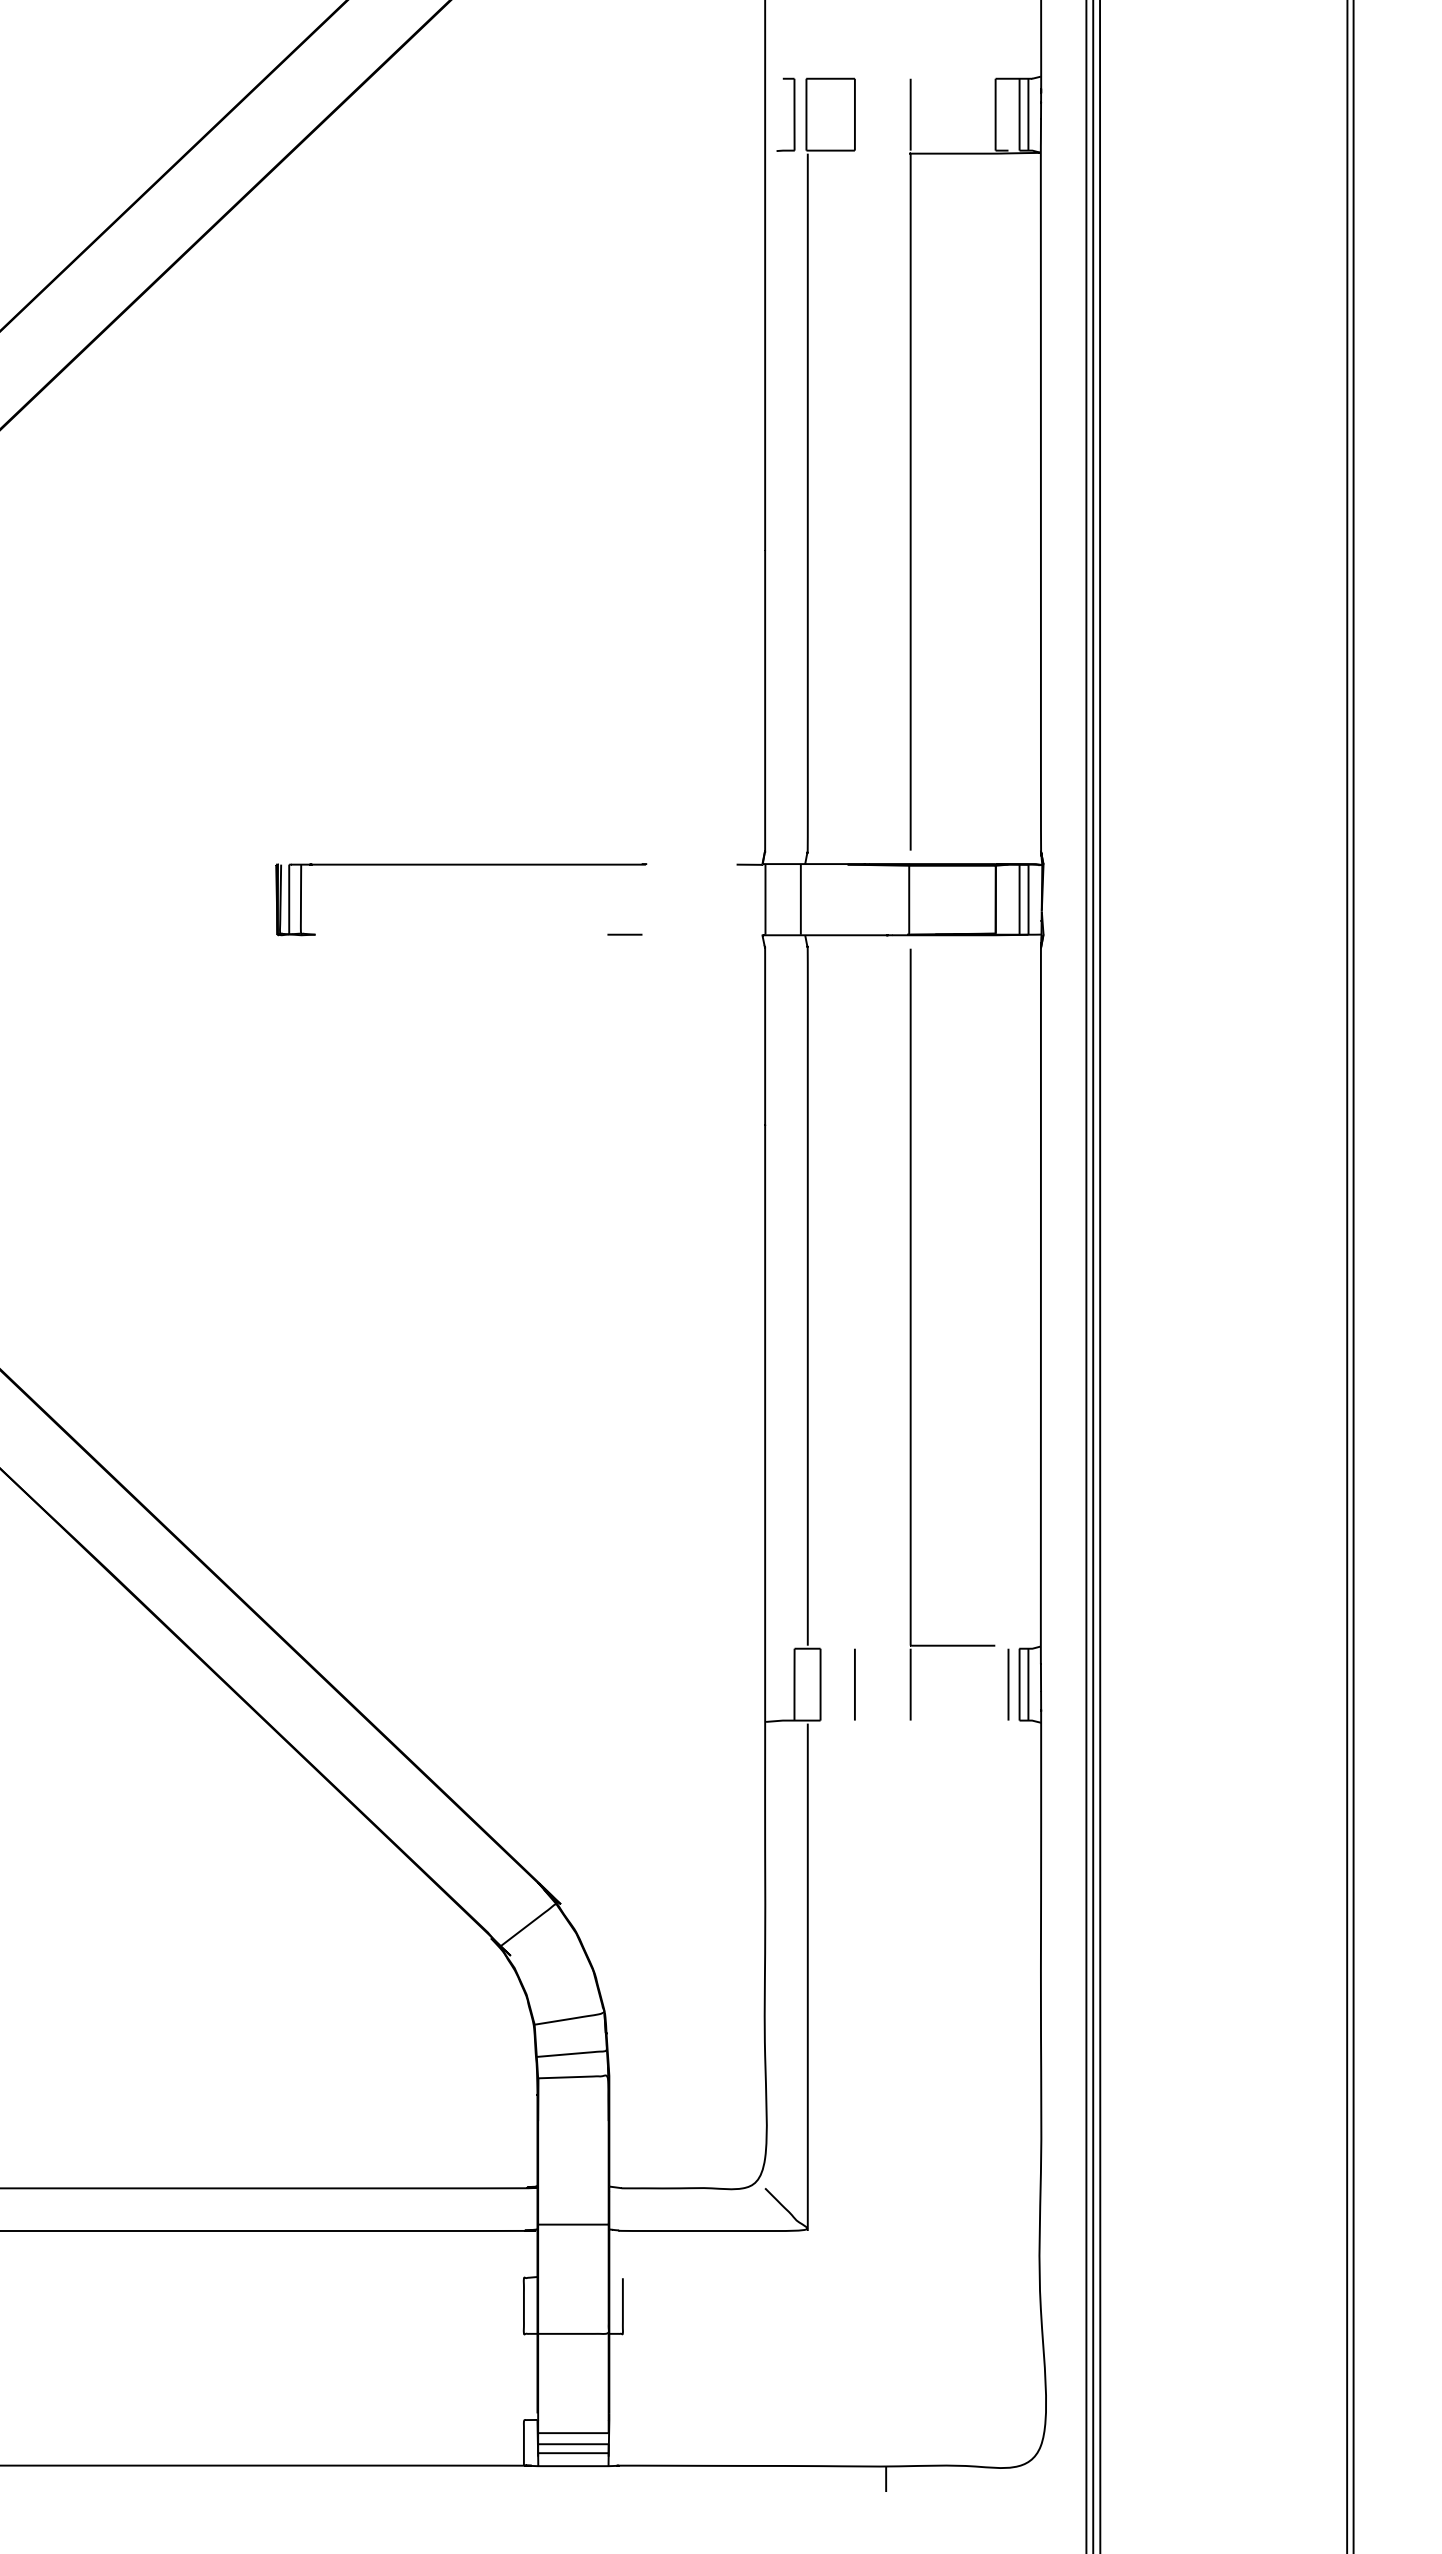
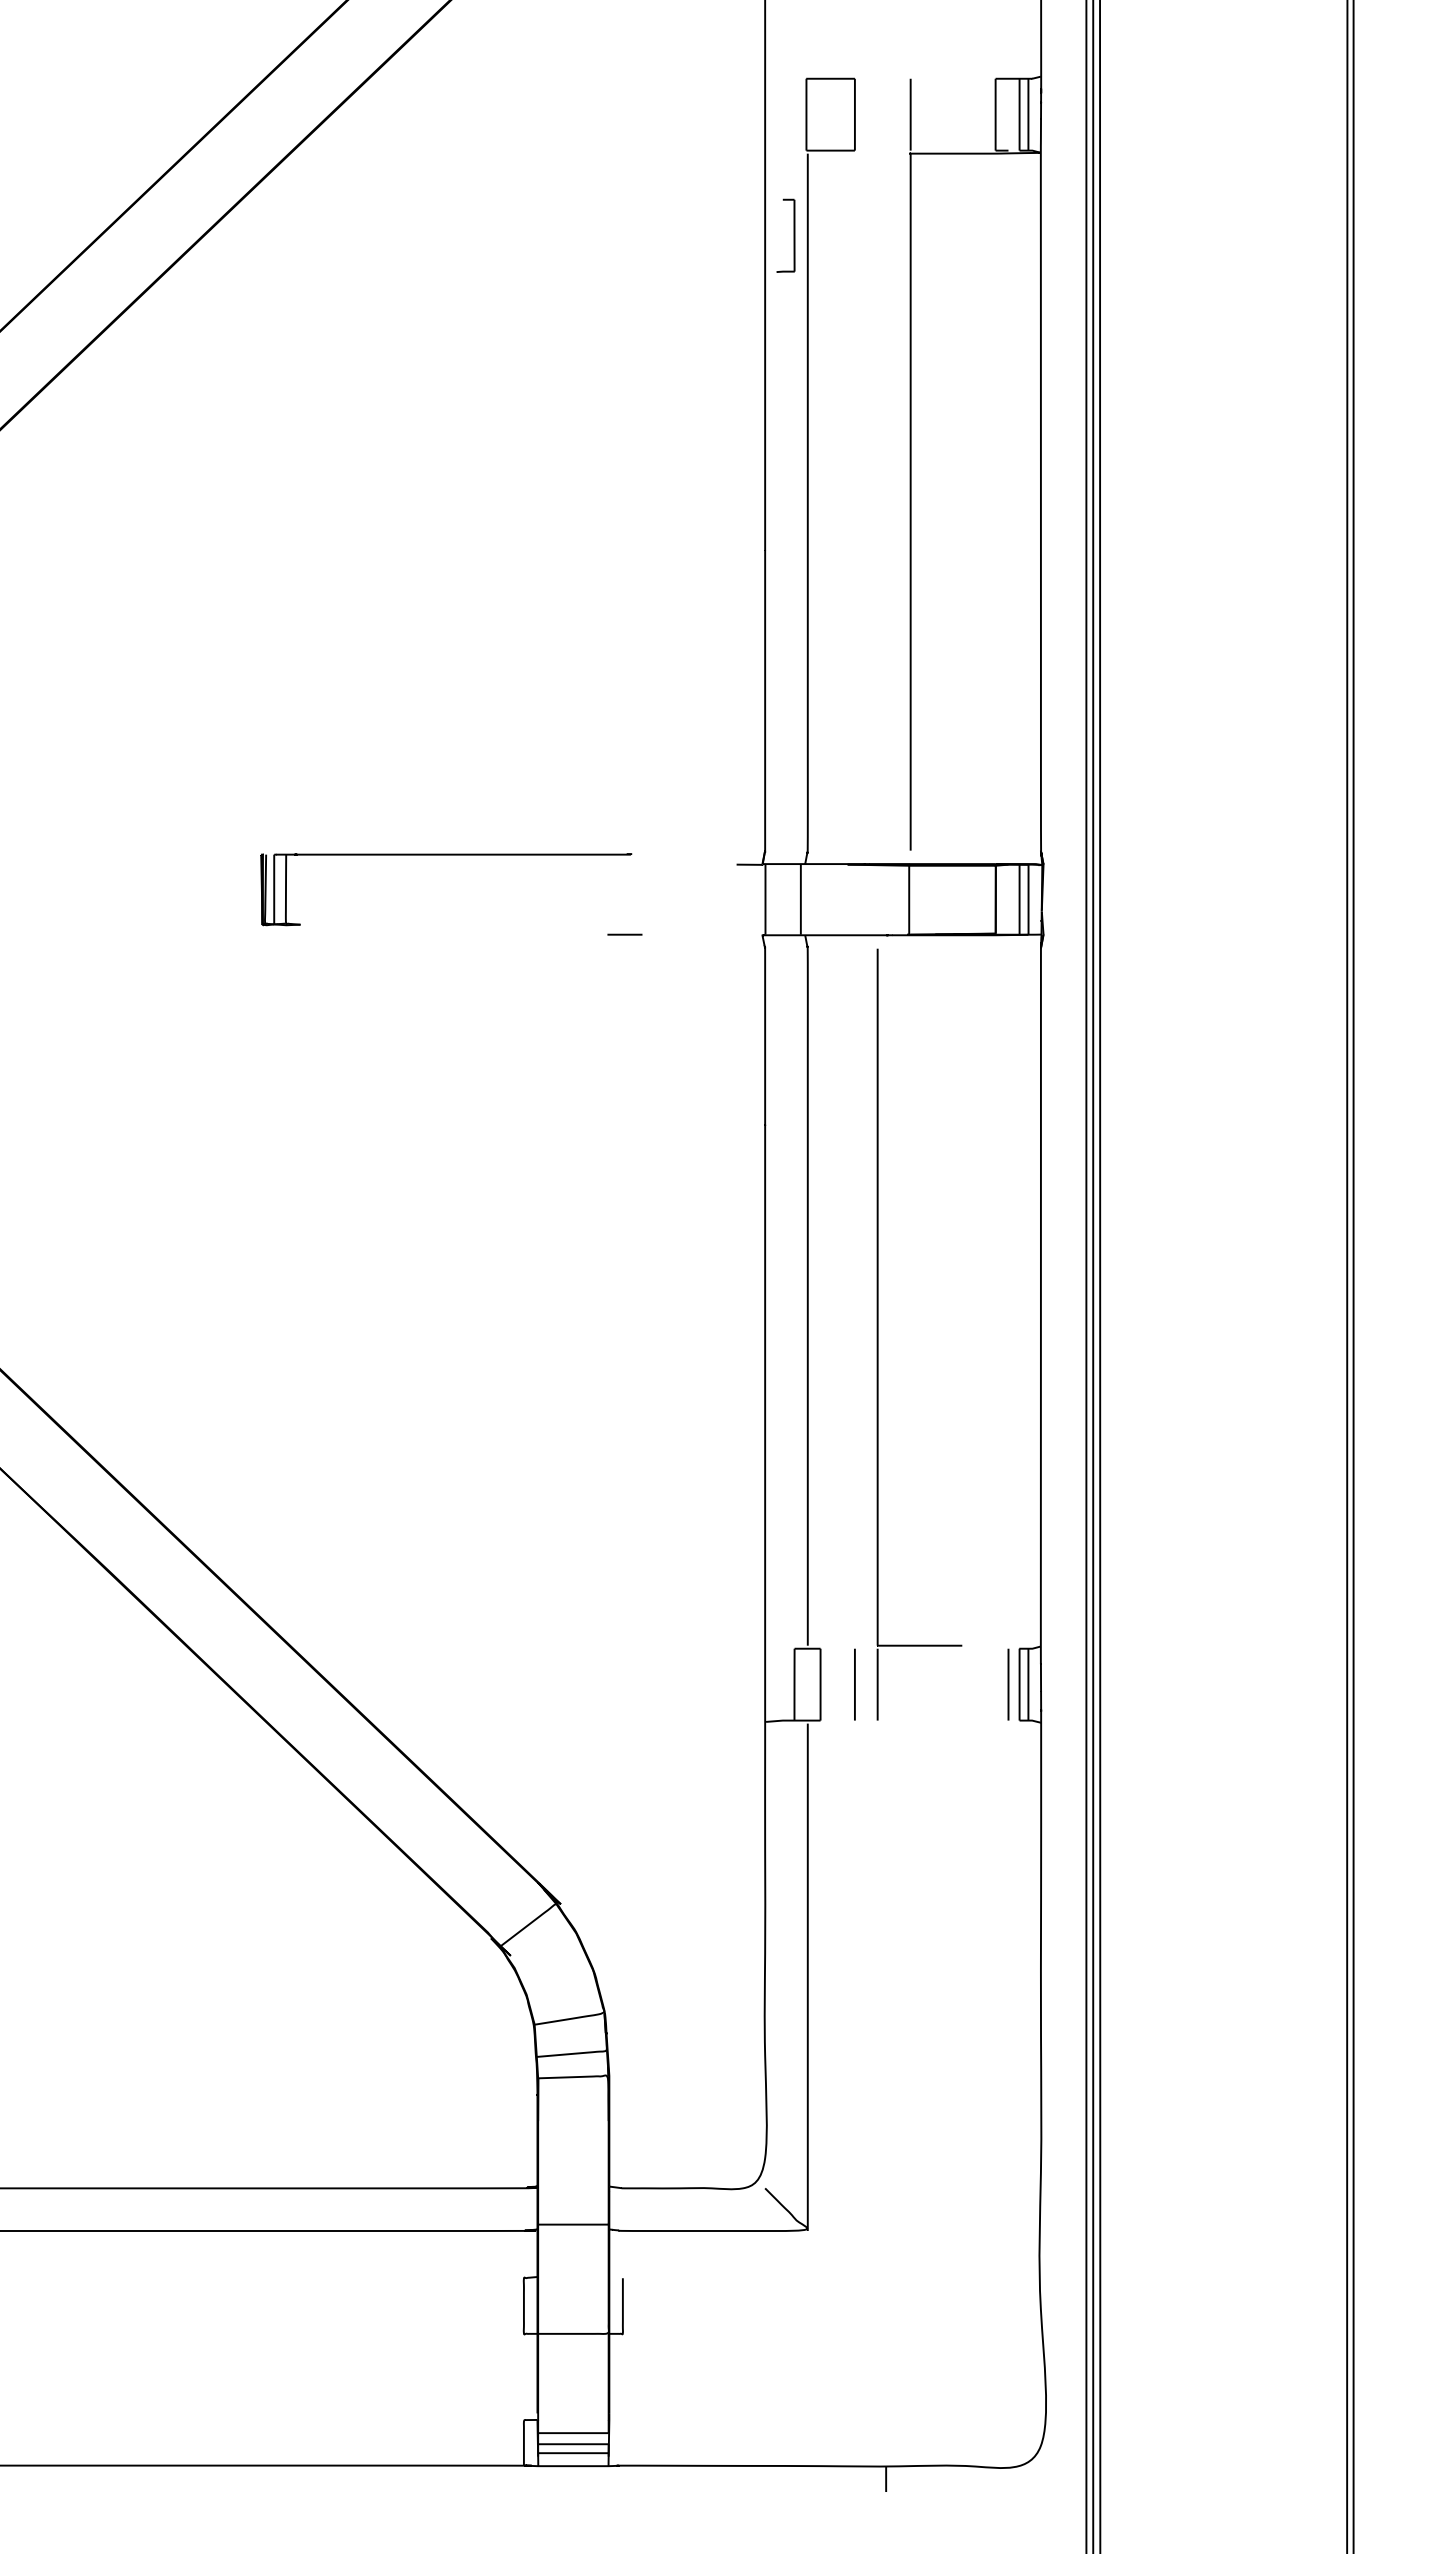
part at (793, 114) position: (793, 114) -> (793, 235)
part at (461, 865) position: (461, 865) -> (446, 855)
part at (911, 1334) position: (911, 1334) -> (878, 1334)
